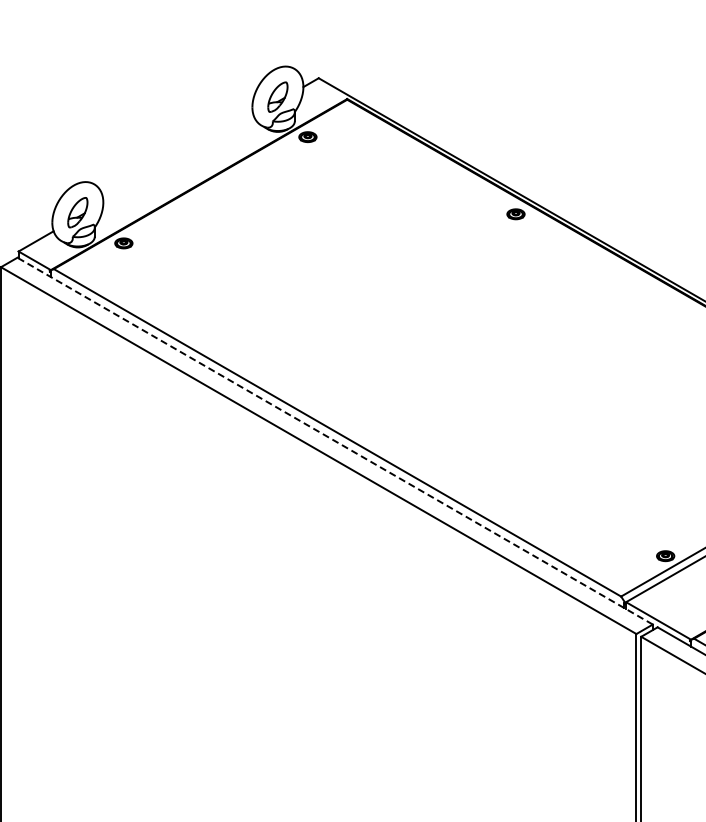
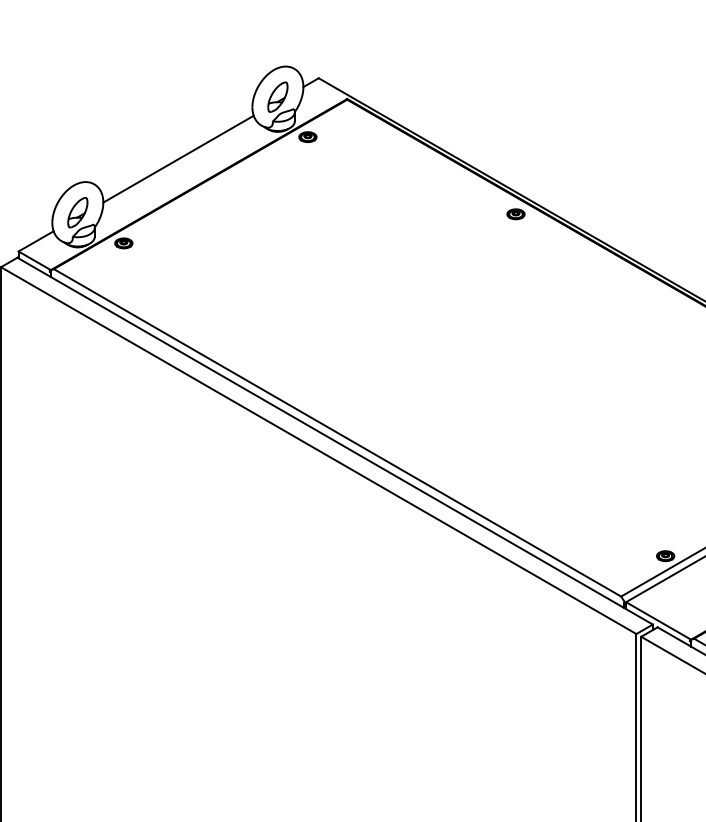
line at (178, 158): none -> present
line at (335, 441): dashed -> solid
